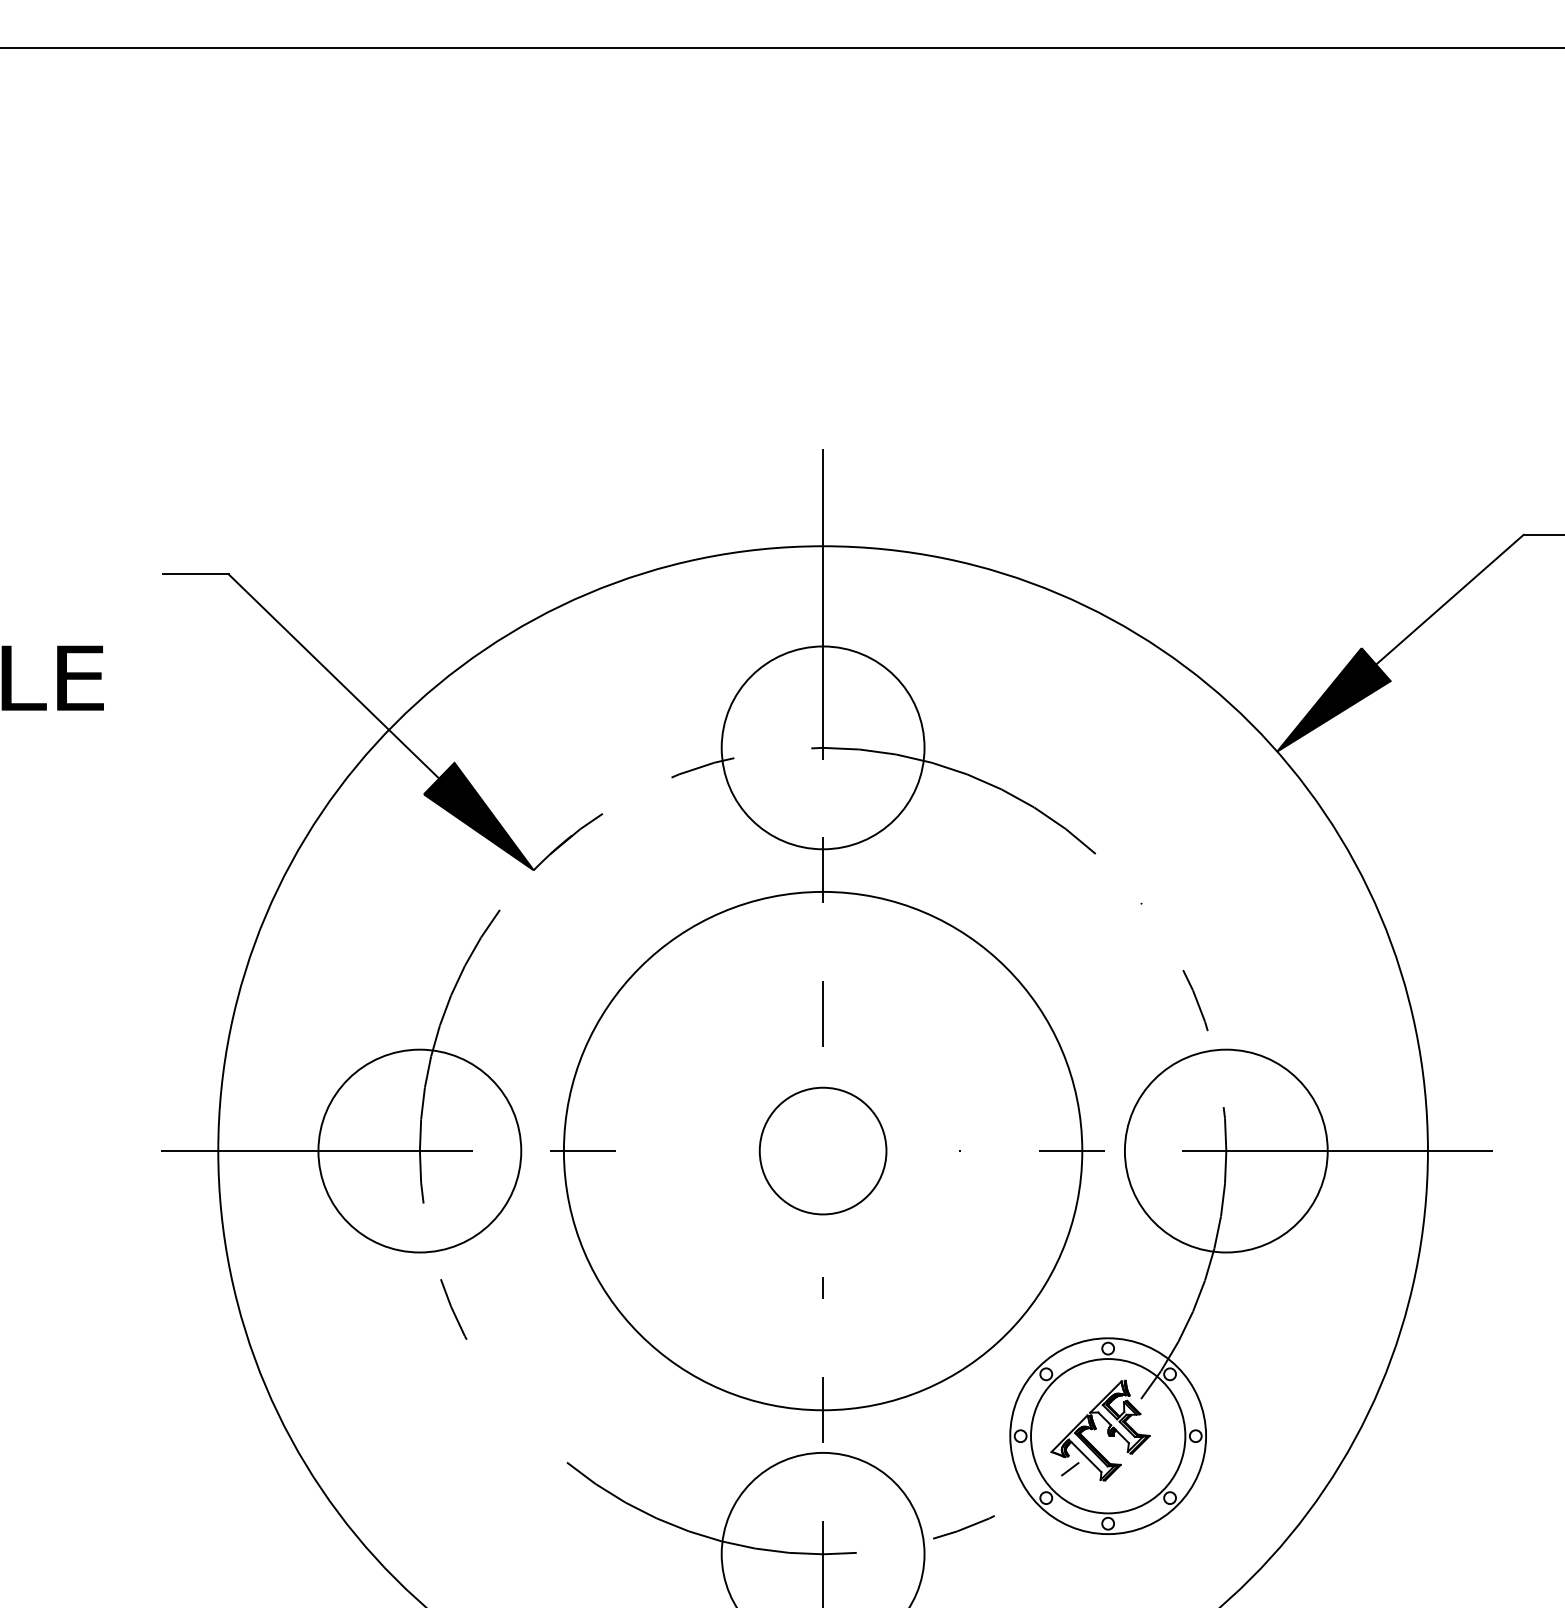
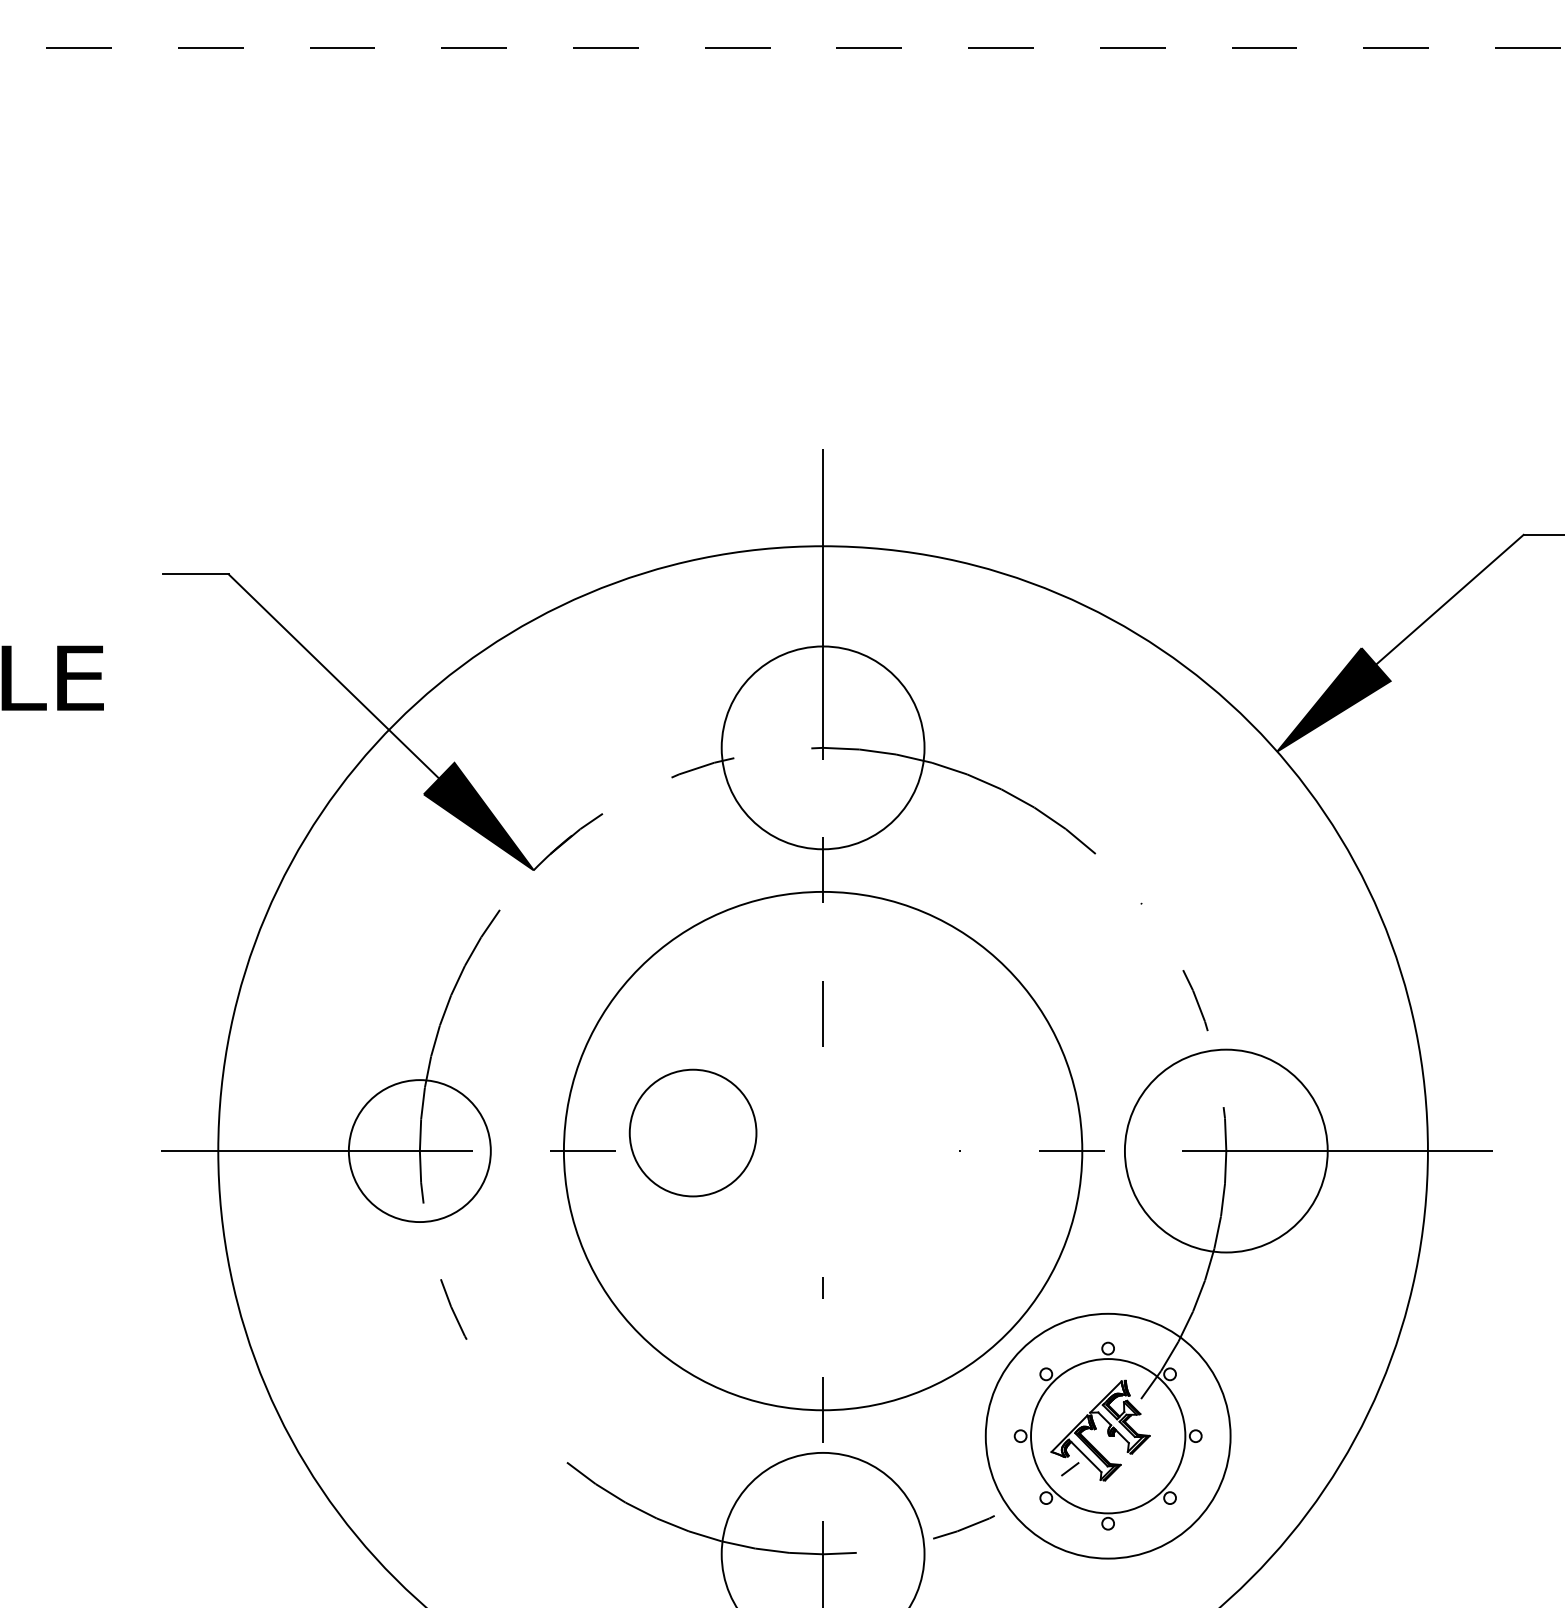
line at (782, 48): solid -> dashed
circle at (419, 1150) diameter: 203 px -> 142 px
circle at (822, 1150) position: (822, 1150) -> (692, 1132)
circle at (1108, 1436) diameter: 196 px -> 245 px
